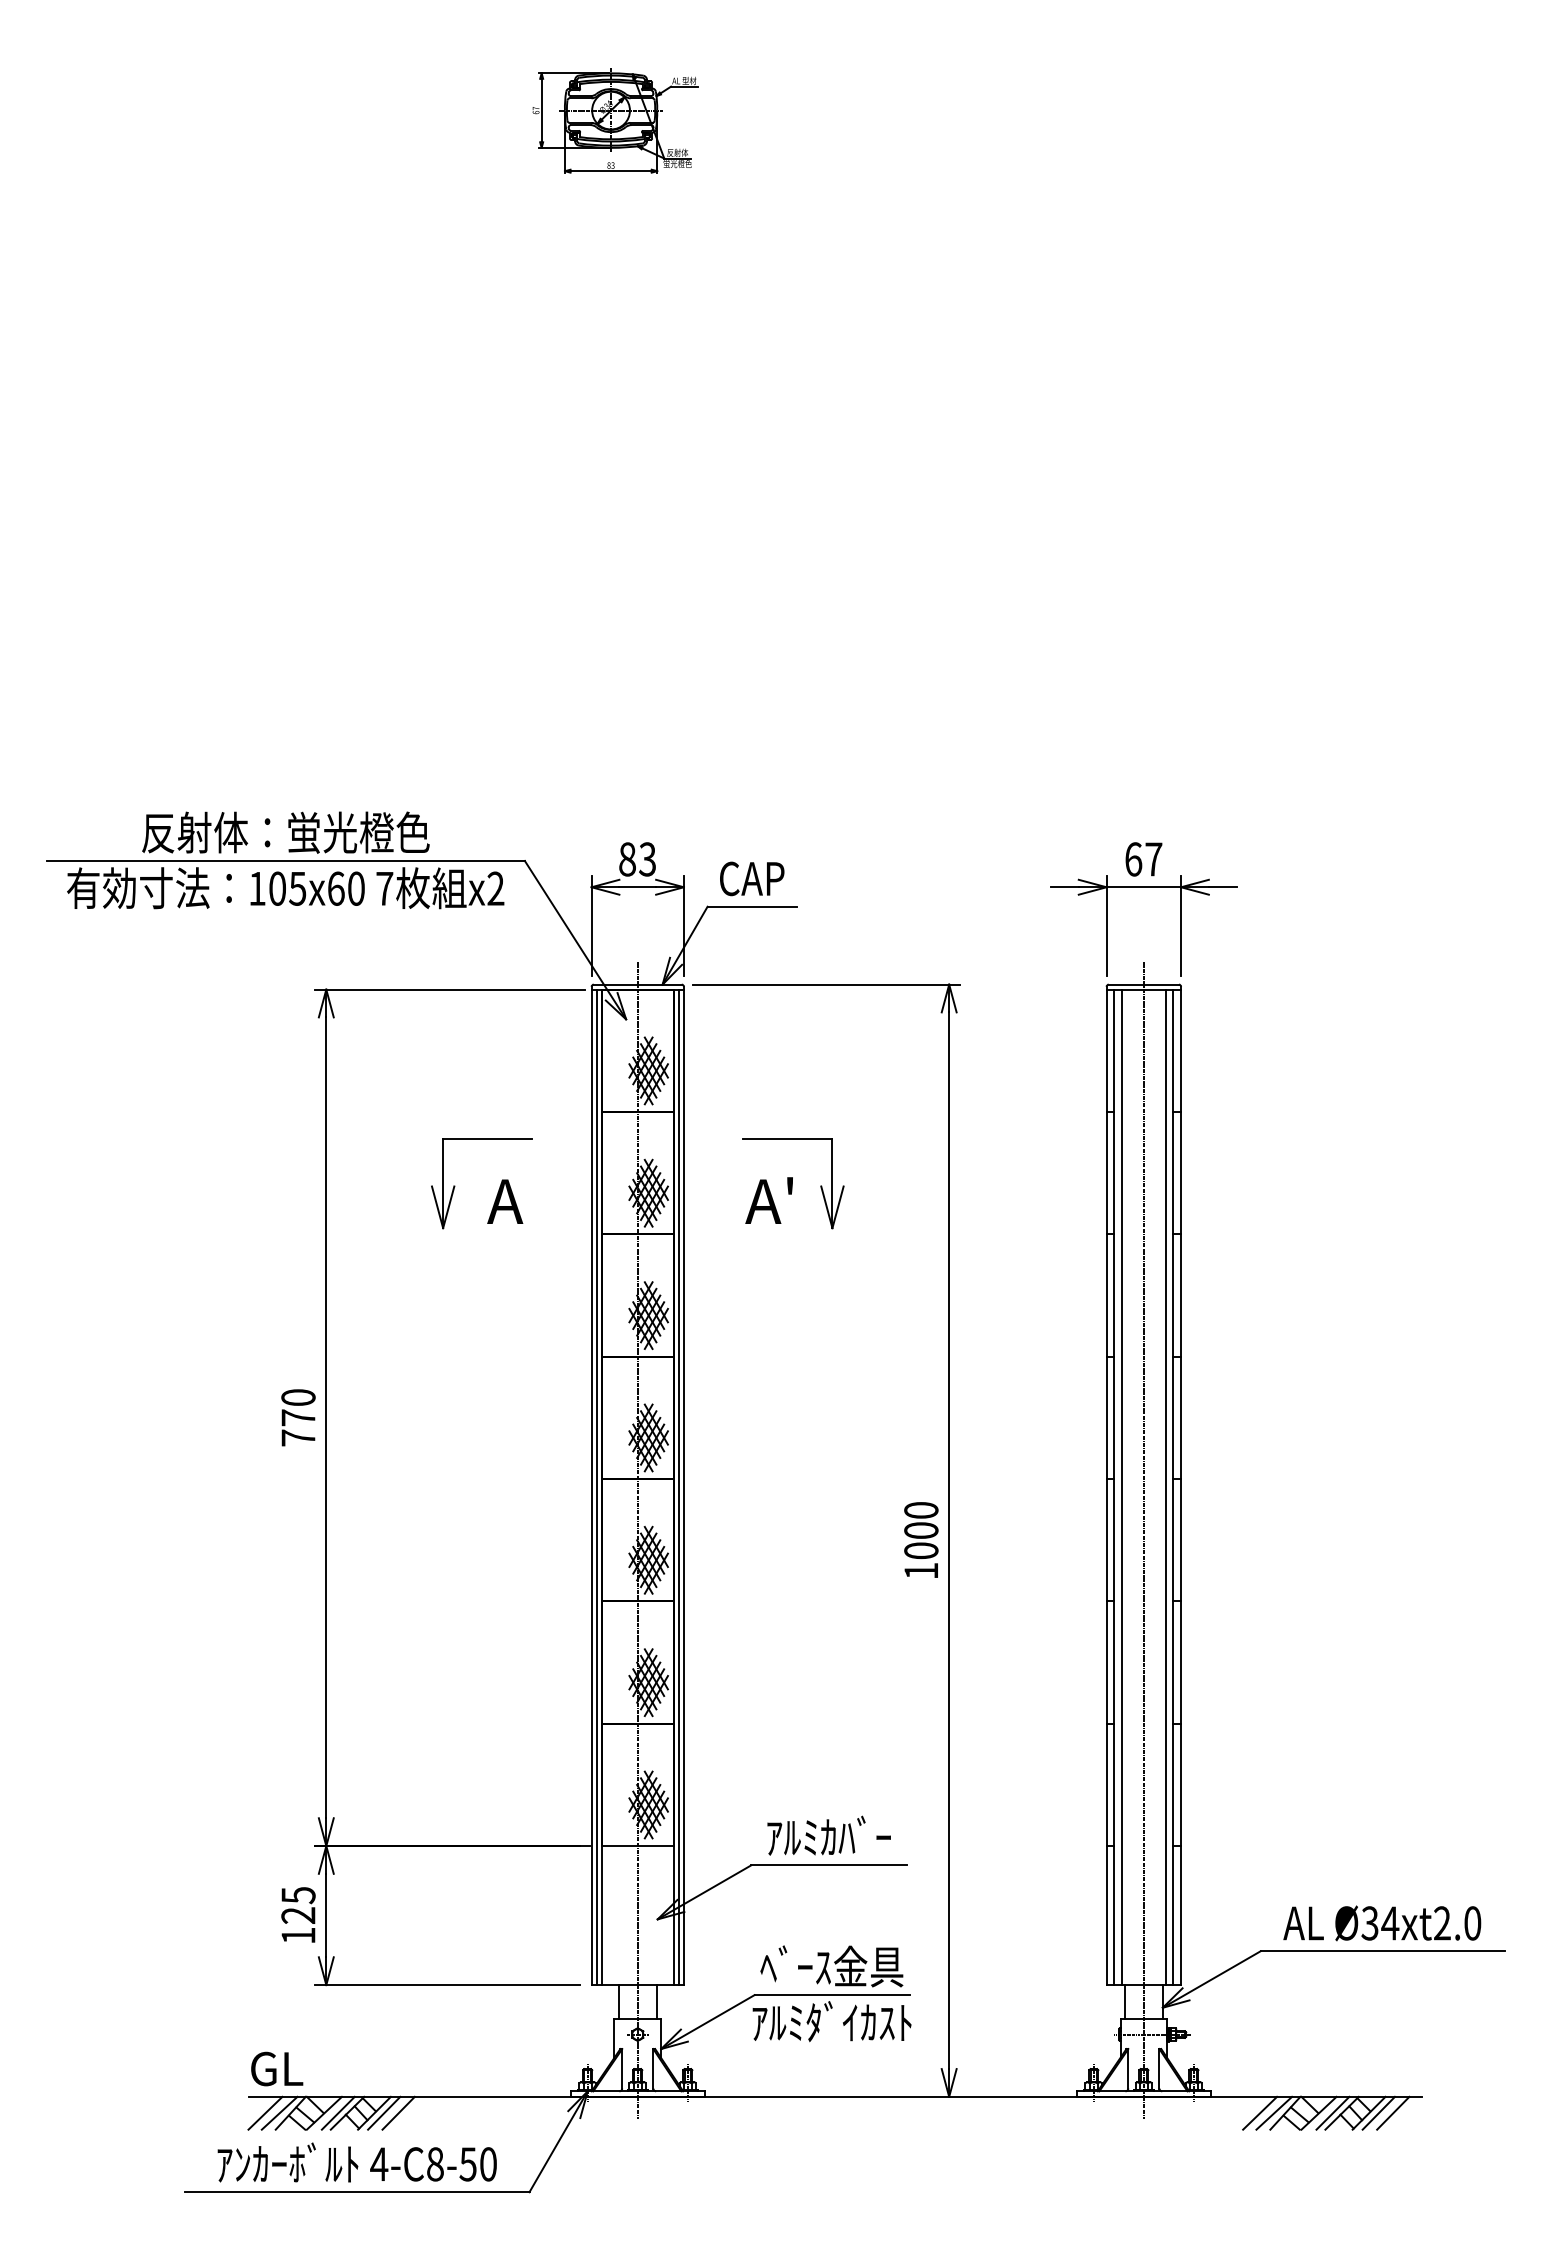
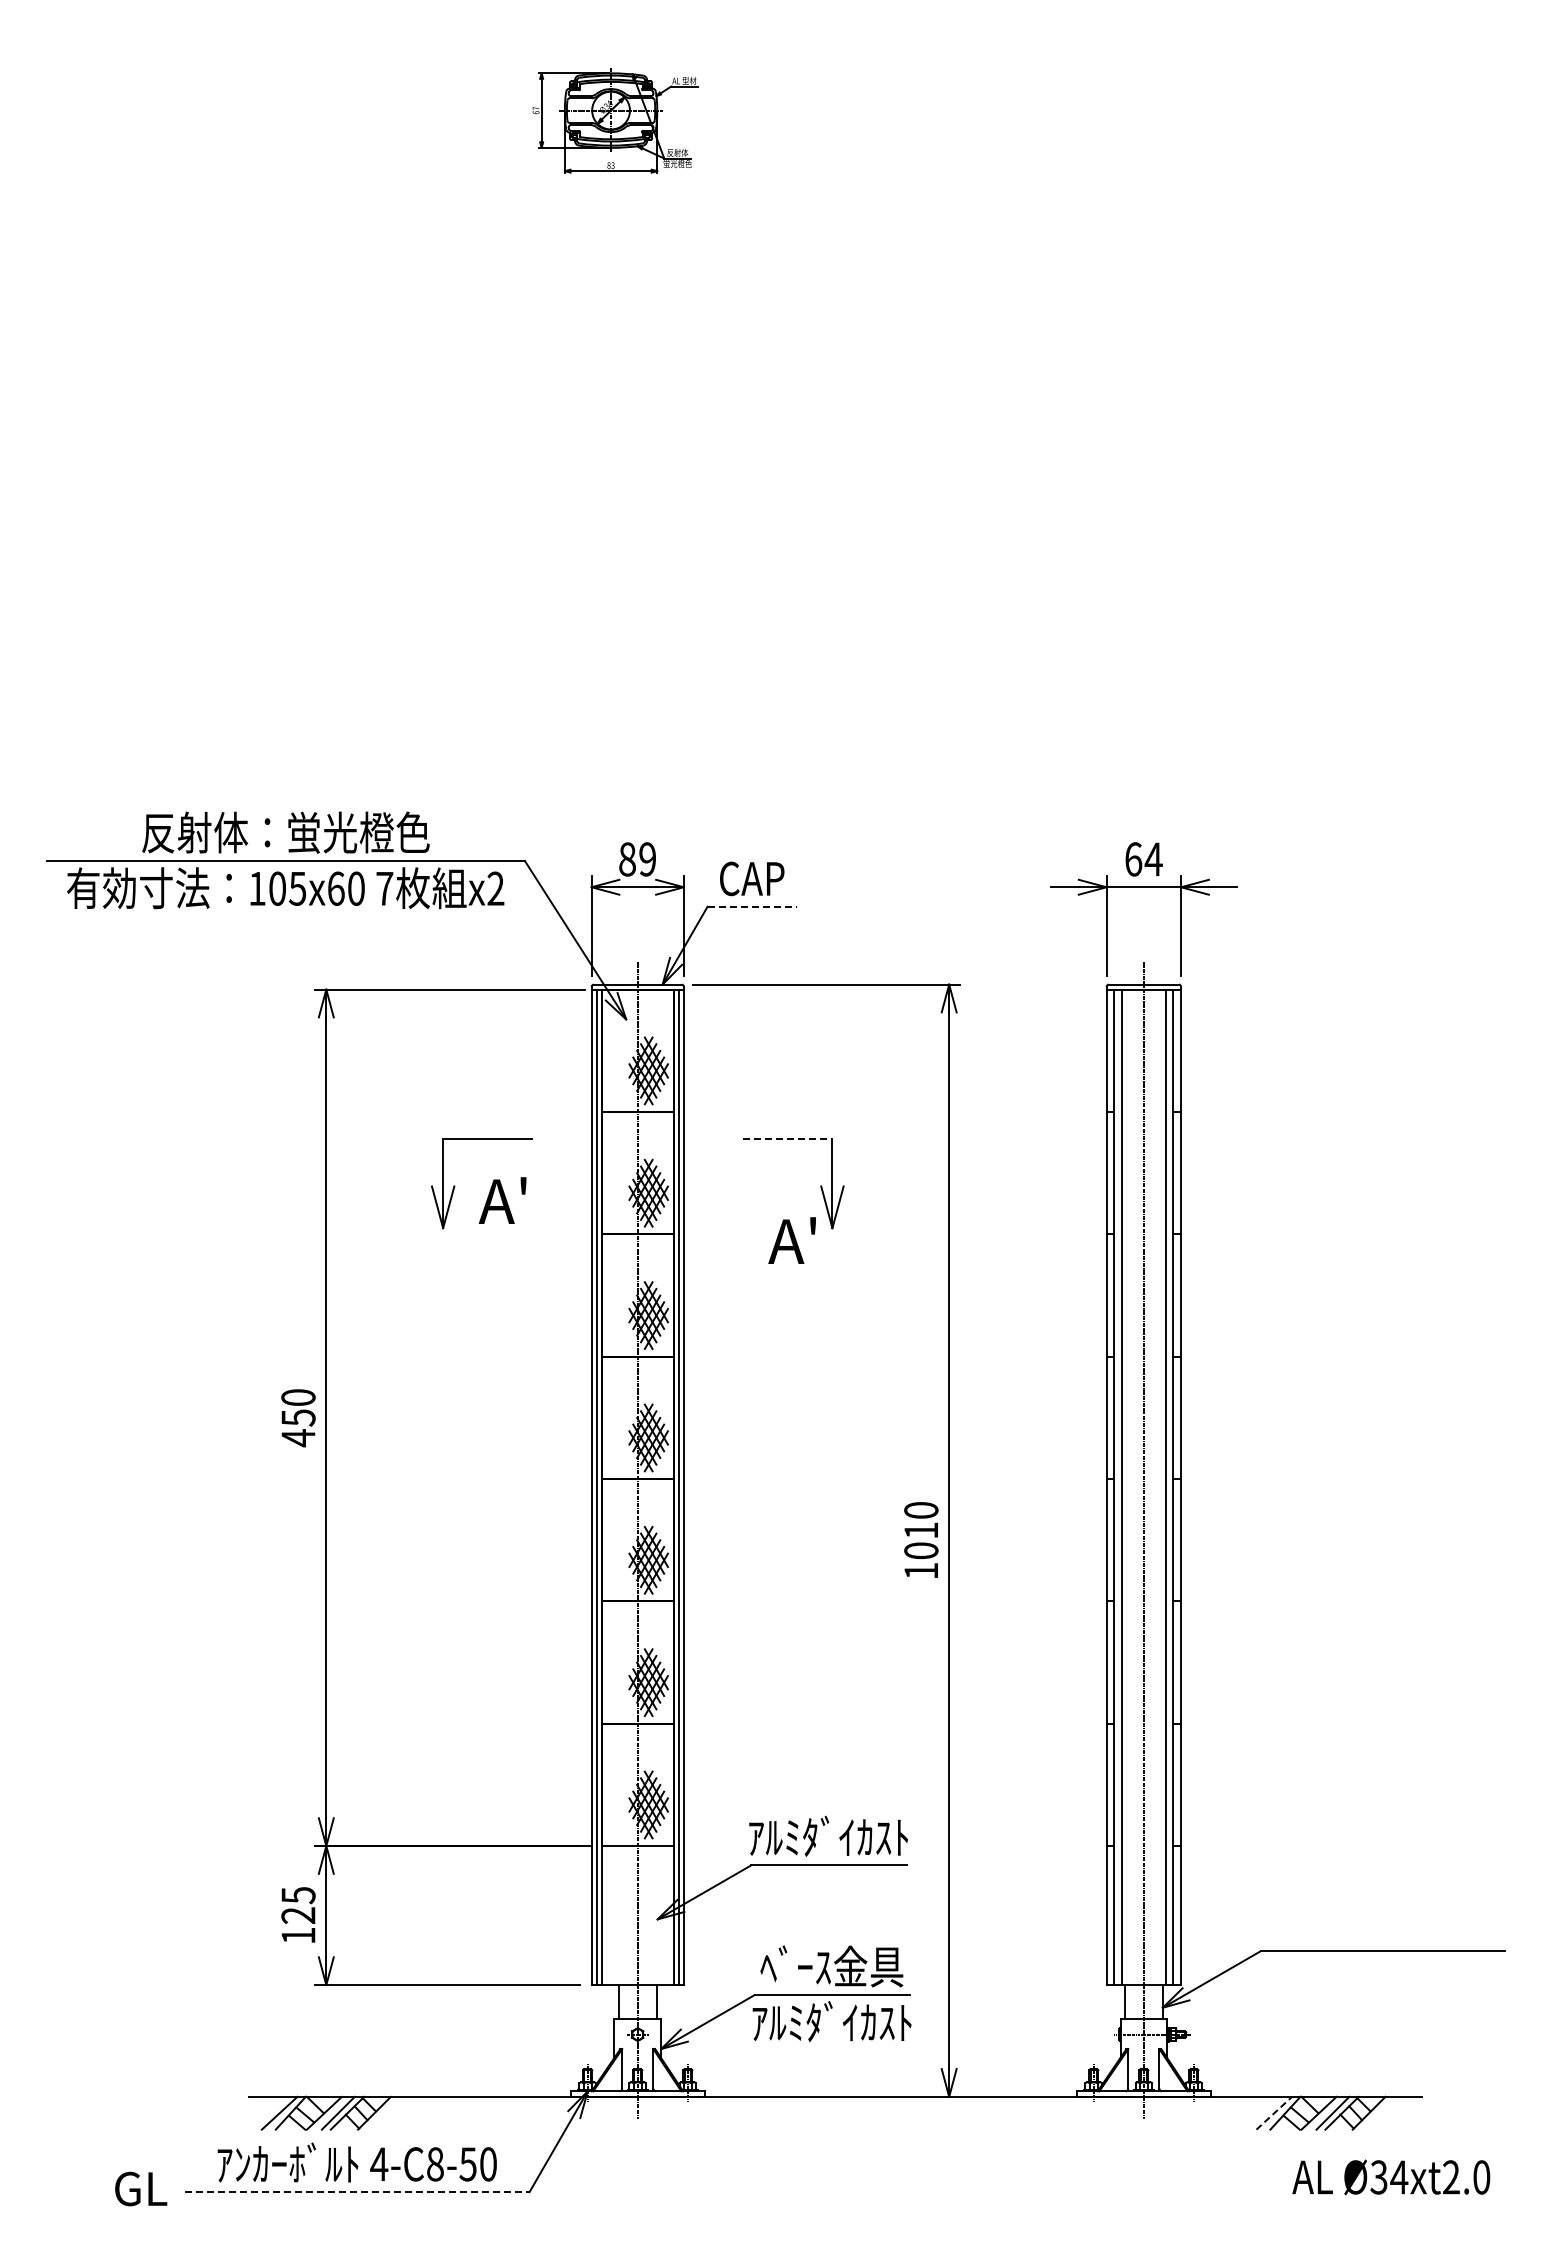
text at (647, 859): 83 -> 89
text at (1153, 859): 67 -> 64
line at (752, 906): solid -> dashed
line at (788, 1139): solid -> dashed
text at (502, 1200): A -> A'
text at (768, 1200) position: (768, 1200) -> (791, 1240)
text at (298, 1428): 770 -> 450
text at (921, 1530): 1000 -> 1010
text at (828, 1835): ｱﾙﾐｶﾊﾞｰ -> ｱﾙﾐﾀﾞｲｶｽﾄ
text at (1382, 1923) position: (1382, 1923) -> (1391, 2177)
text at (277, 2068) position: (277, 2068) -> (141, 2188)
line at (265, 2112): present -> none
line at (384, 2112): present -> none
line at (398, 2112): present -> none
line at (1260, 2112): present -> none
line at (1274, 2112): solid -> dashed
line at (1378, 2112): present -> none
line at (1393, 2112): present -> none
line at (357, 2192): solid -> dashed
